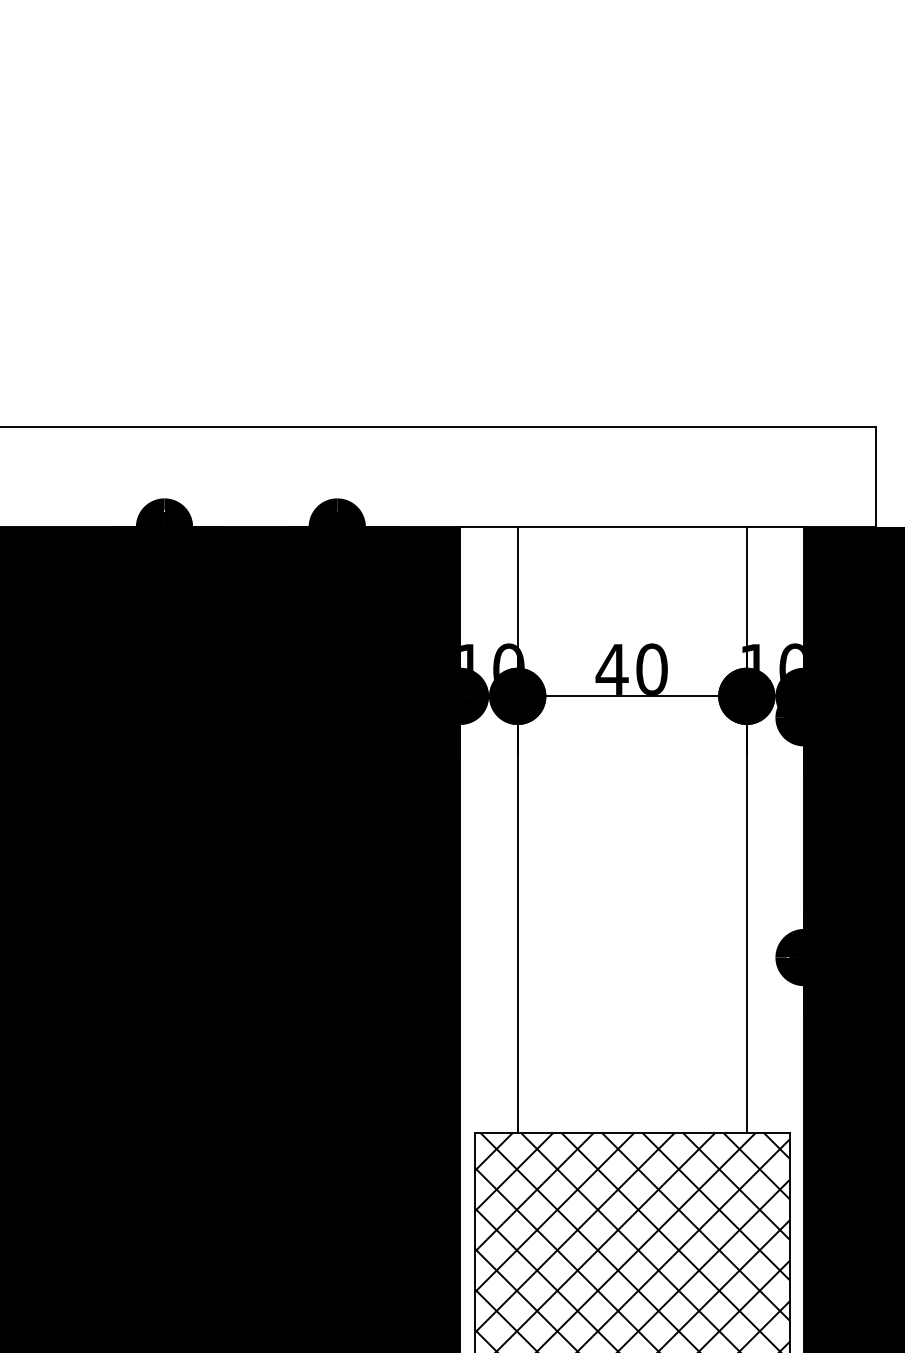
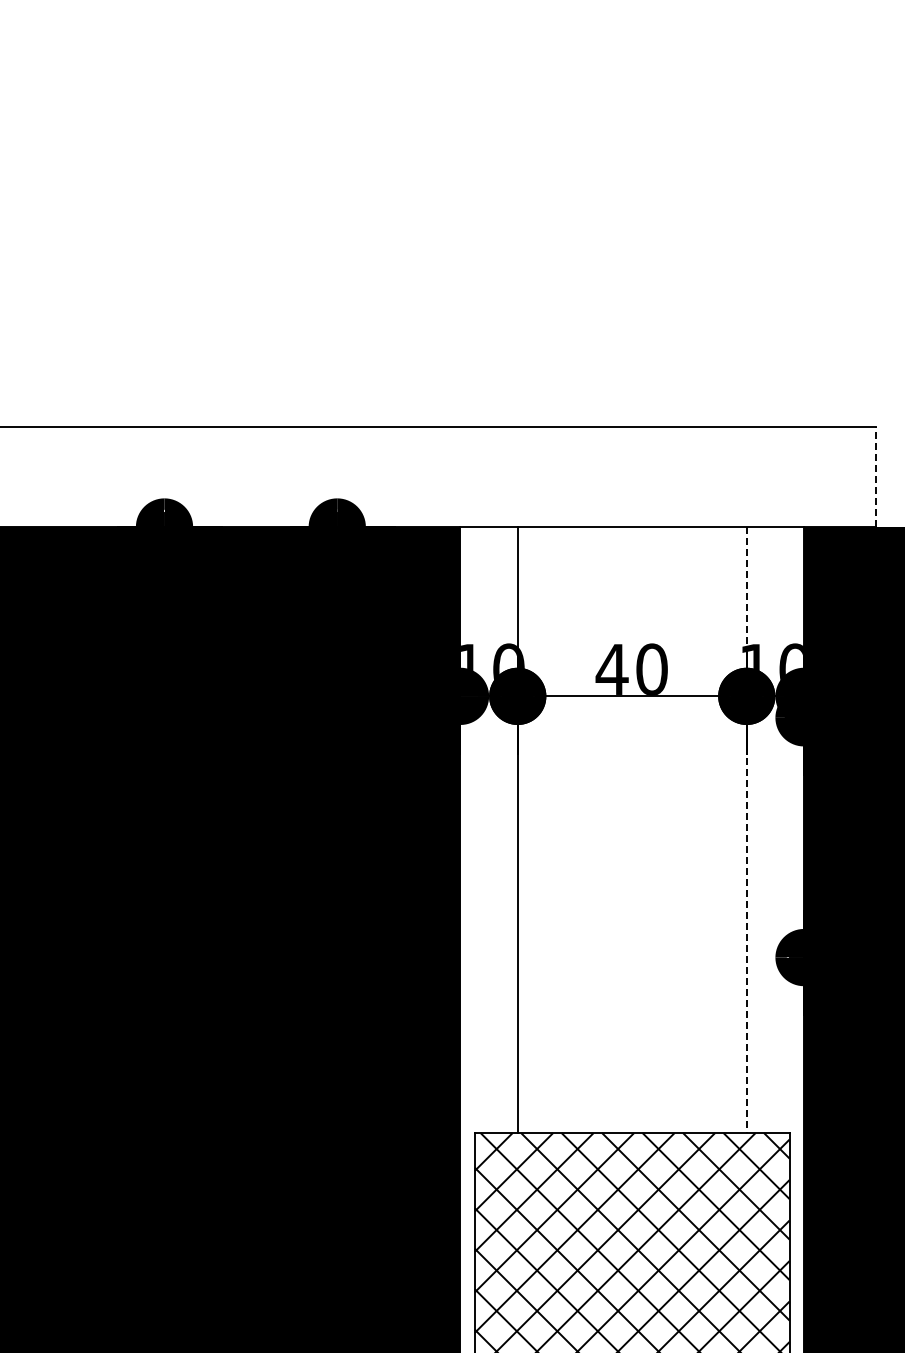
line at (875, 476): solid -> dashed
line at (746, 830): solid -> dashed
